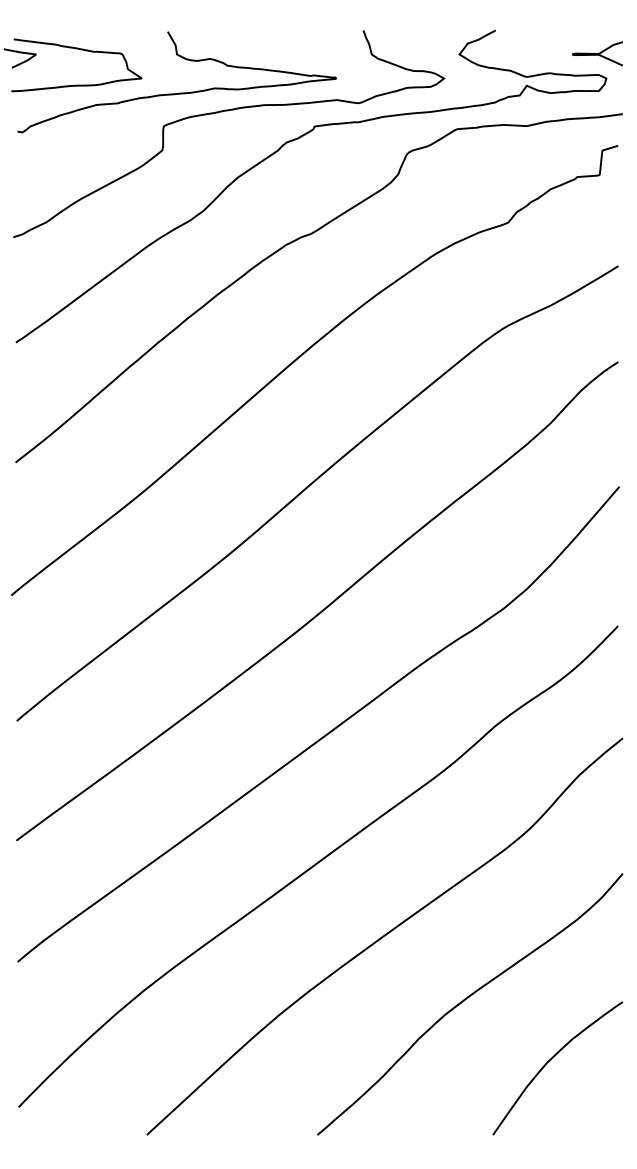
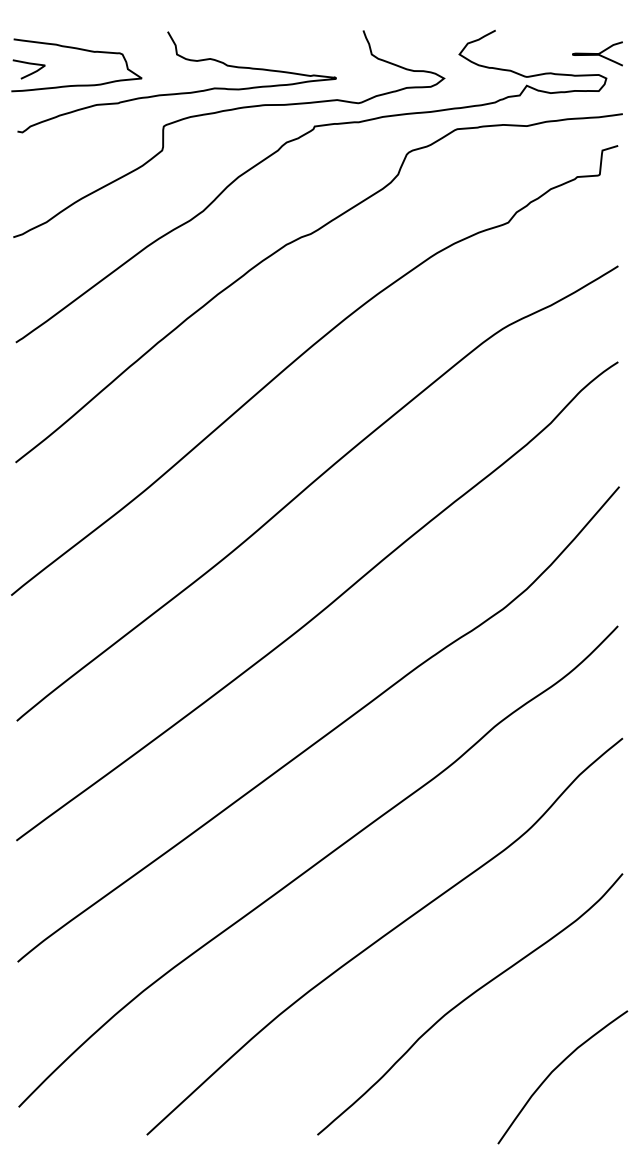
curve at (20, 62) position: (20, 62) -> (29, 73)
curve at (551, 1060) position: (551, 1060) -> (556, 1069)
